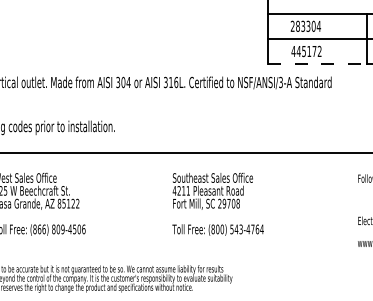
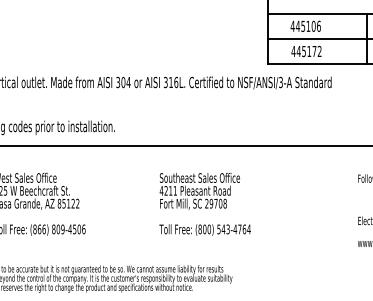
text at (305, 25): 283304 -> 445106
line at (317, 63): dashed -> solid
line at (185, 153) position: (185, 153) -> (185, 146)
text at (217, 203) position: (217, 203) -> (204, 203)
